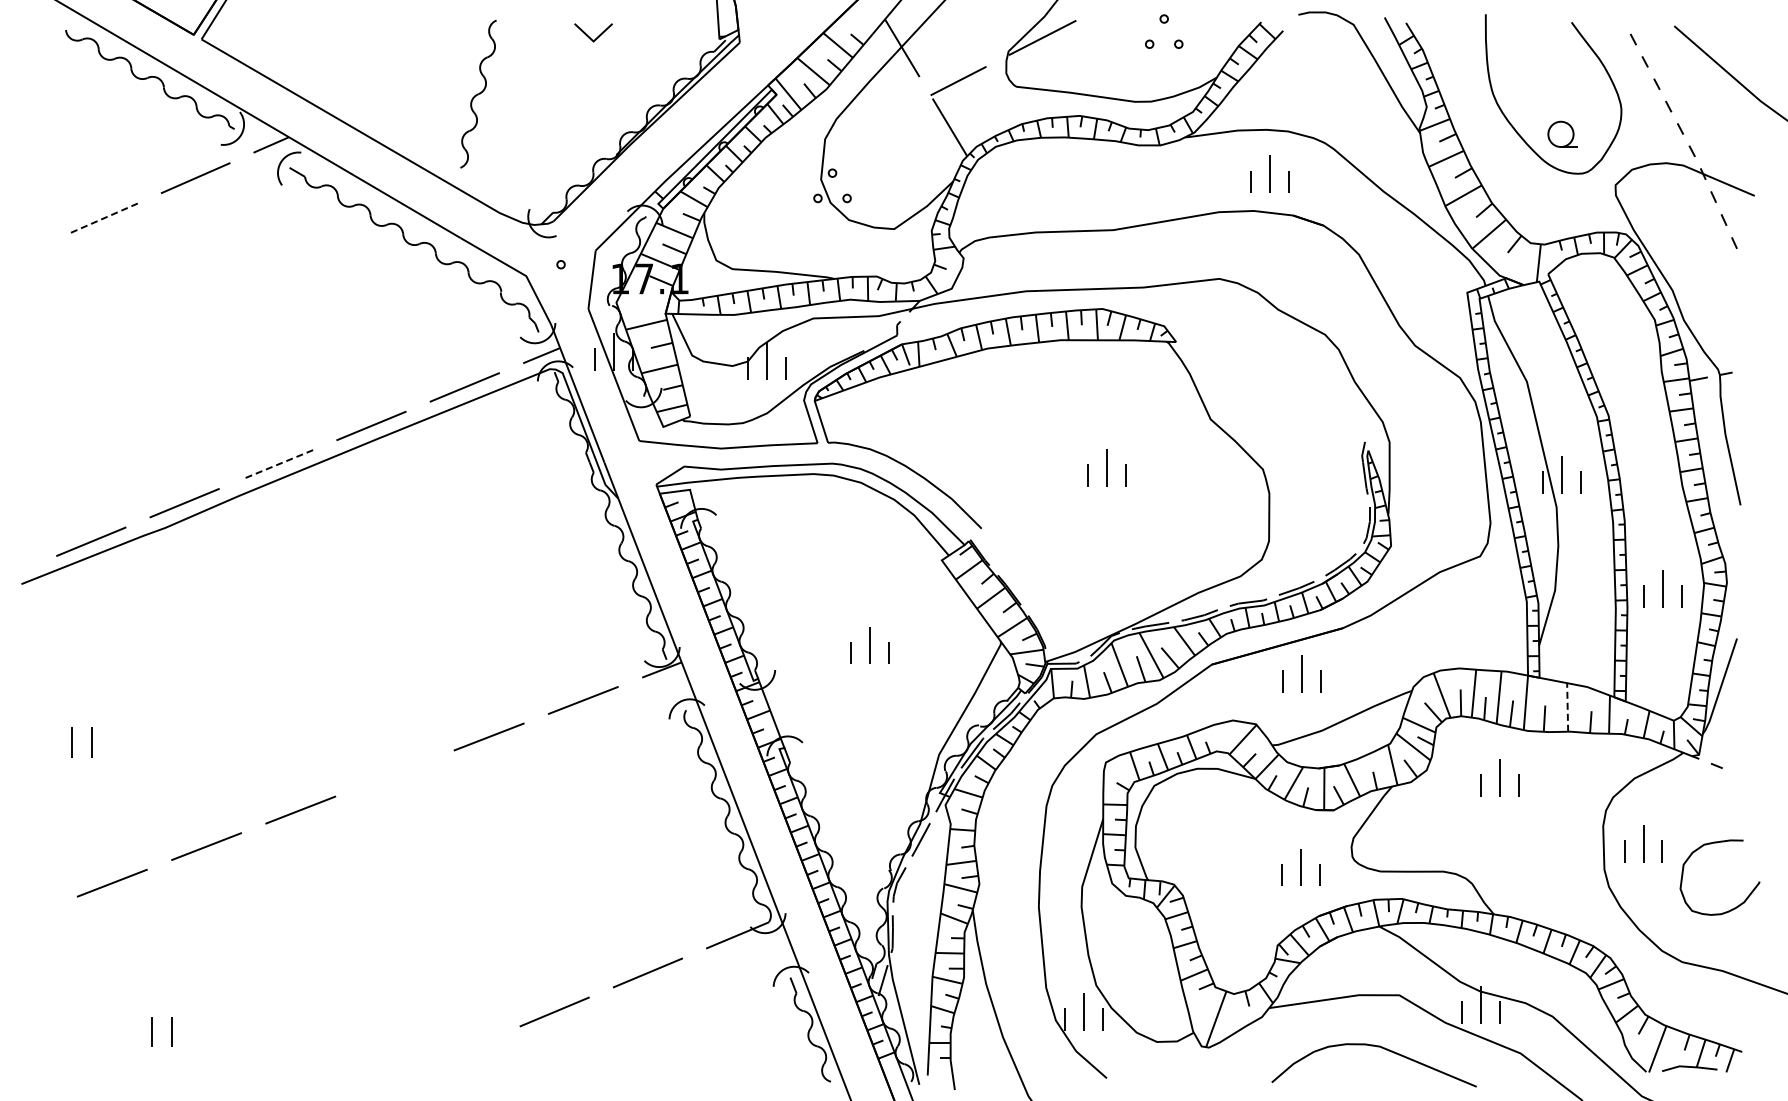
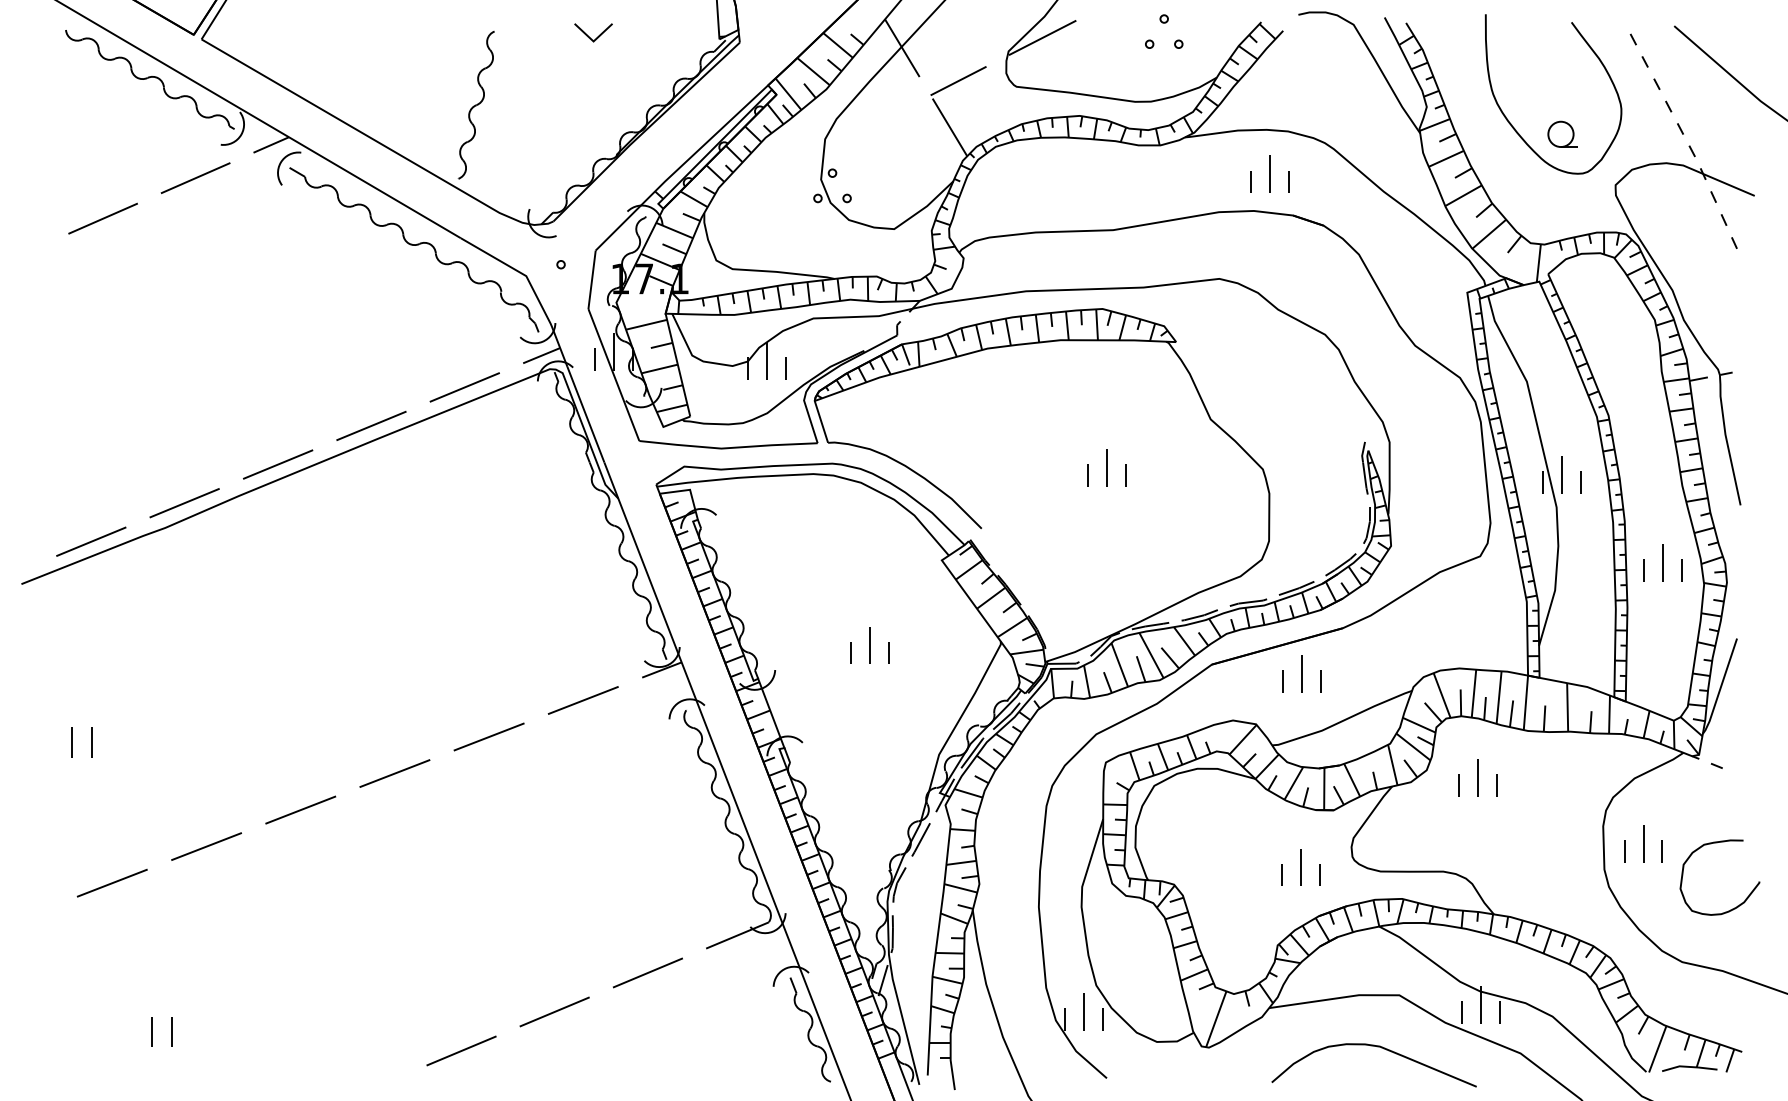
part at (477, 94) position: (477, 94) -> (475, 105)
line at (103, 218): dashed -> solid
line at (278, 464): dashed -> solid
part at (1662, 588) position: (1662, 588) -> (1662, 562)
line at (1567, 706): dashed -> solid
line at (394, 773): none -> present
part at (1499, 777) position: (1499, 777) -> (1477, 777)
line at (461, 1050): none -> present
